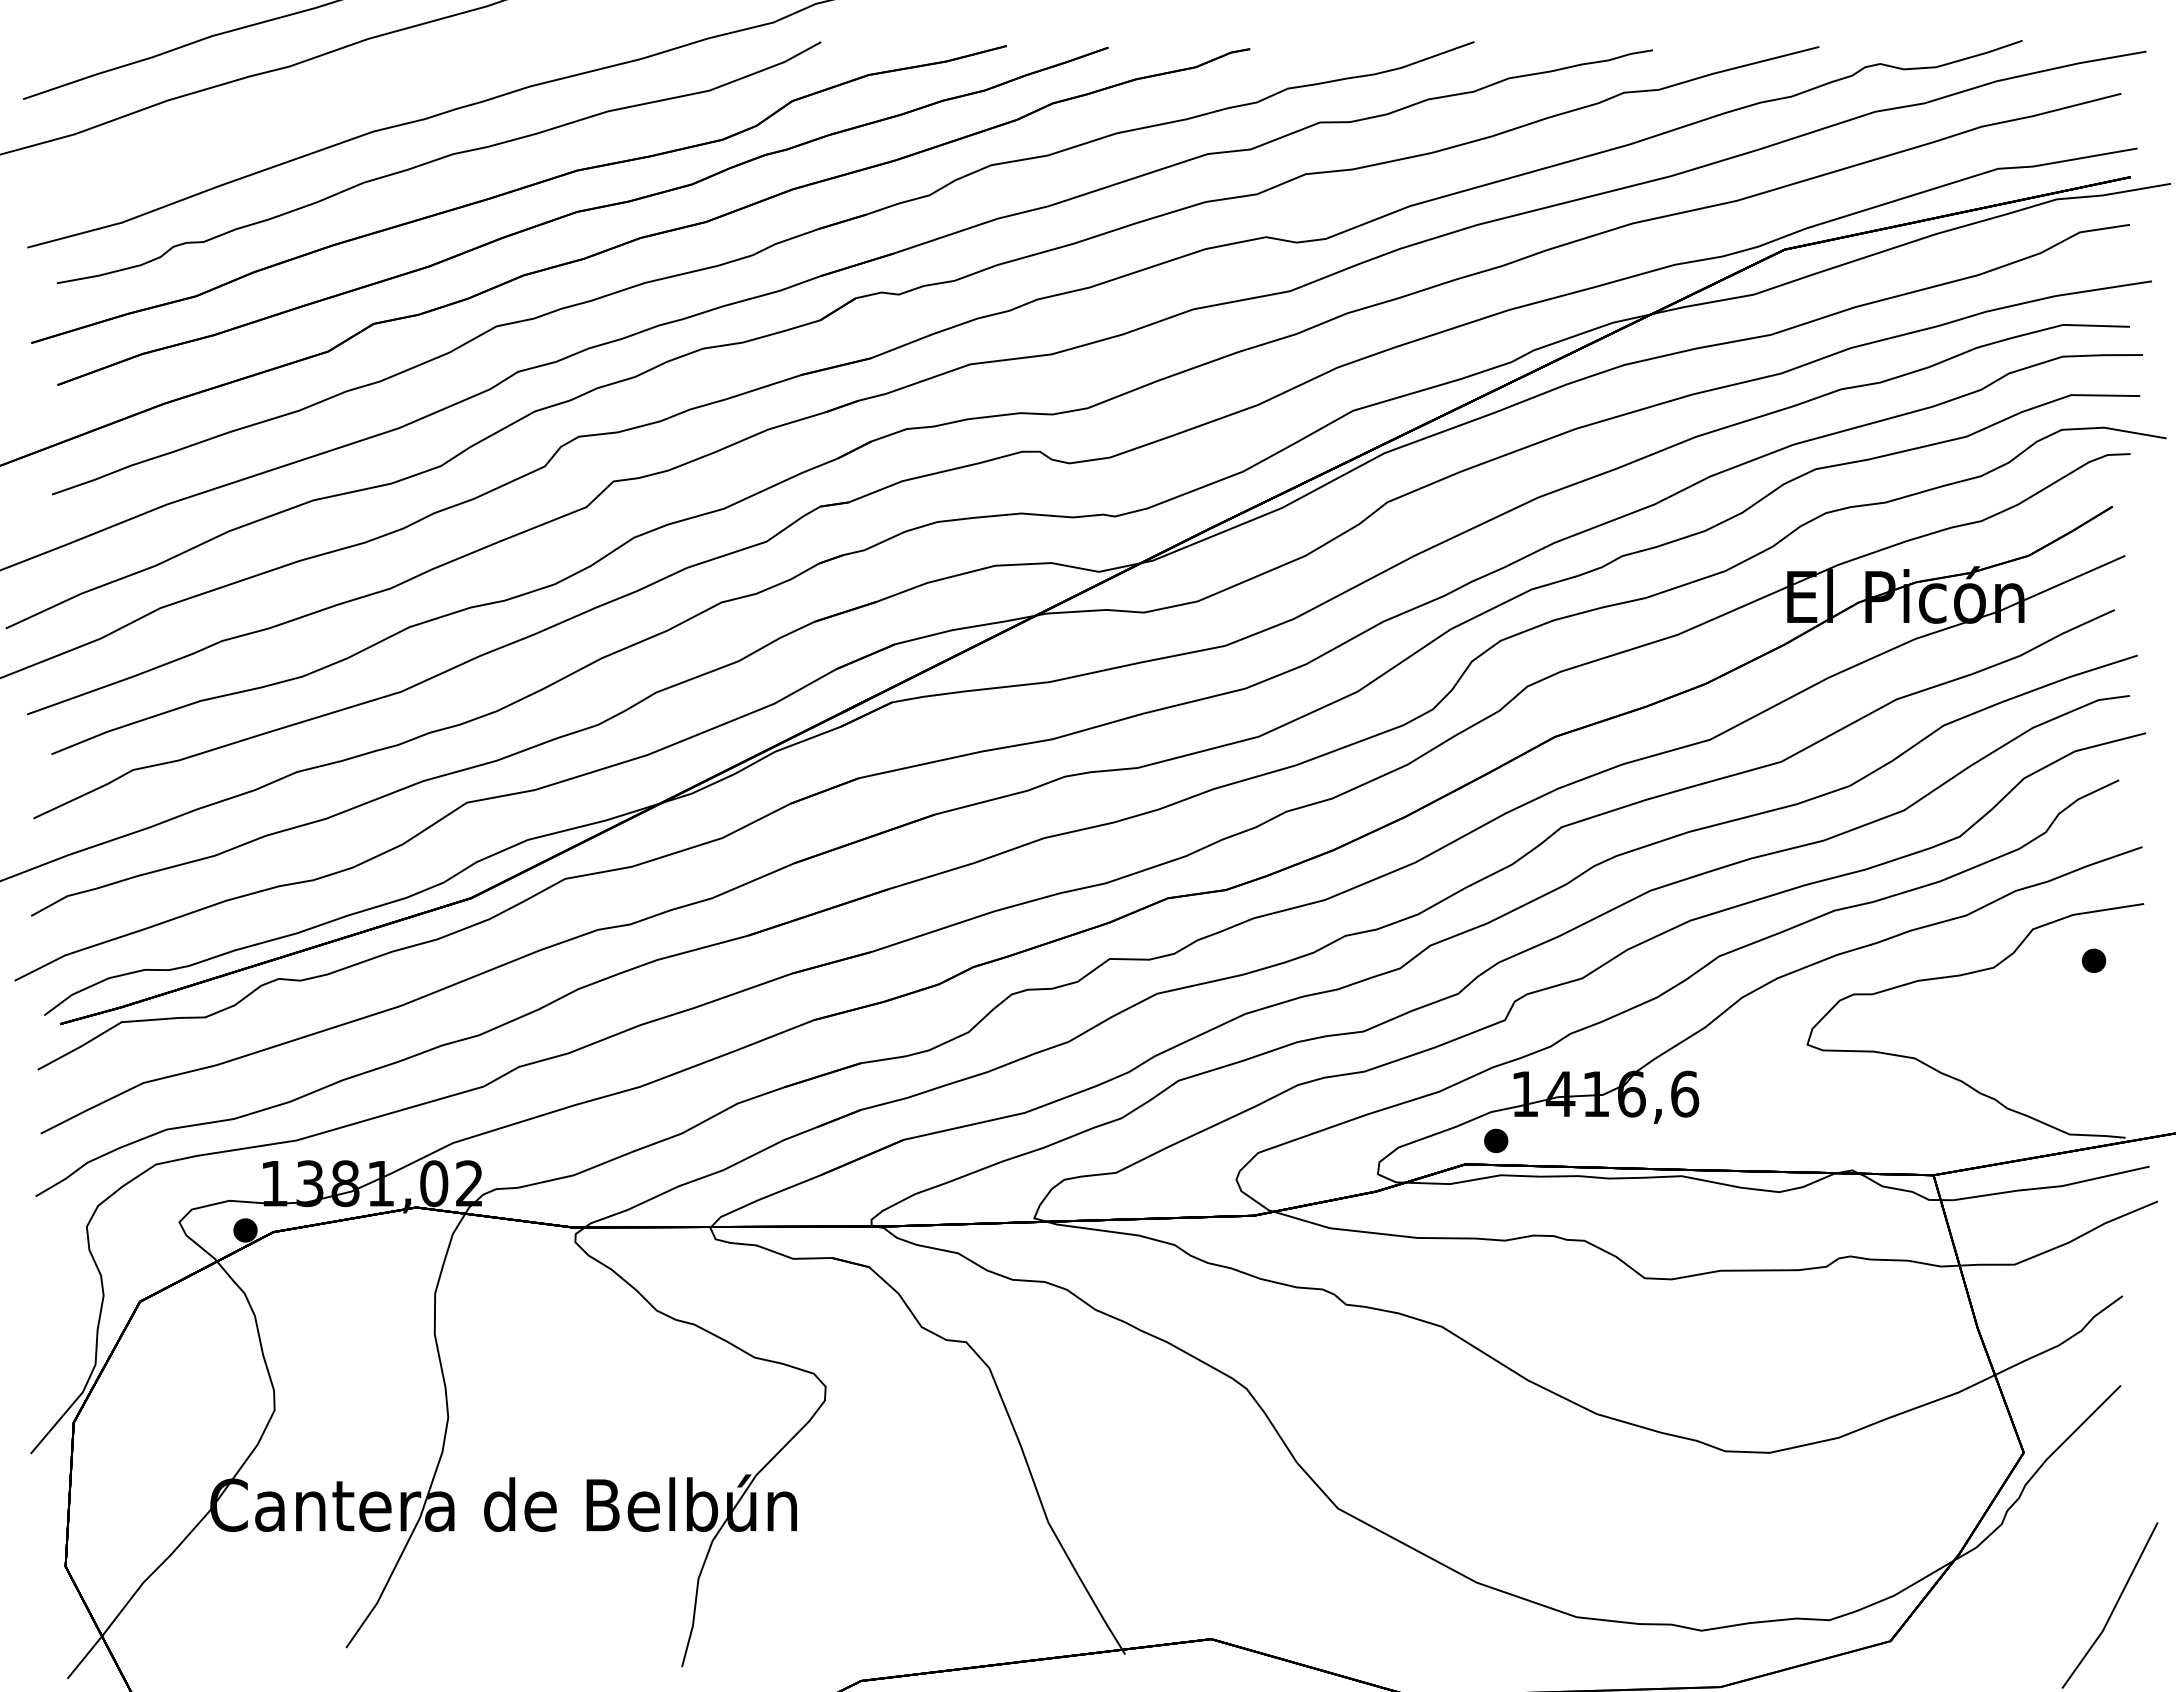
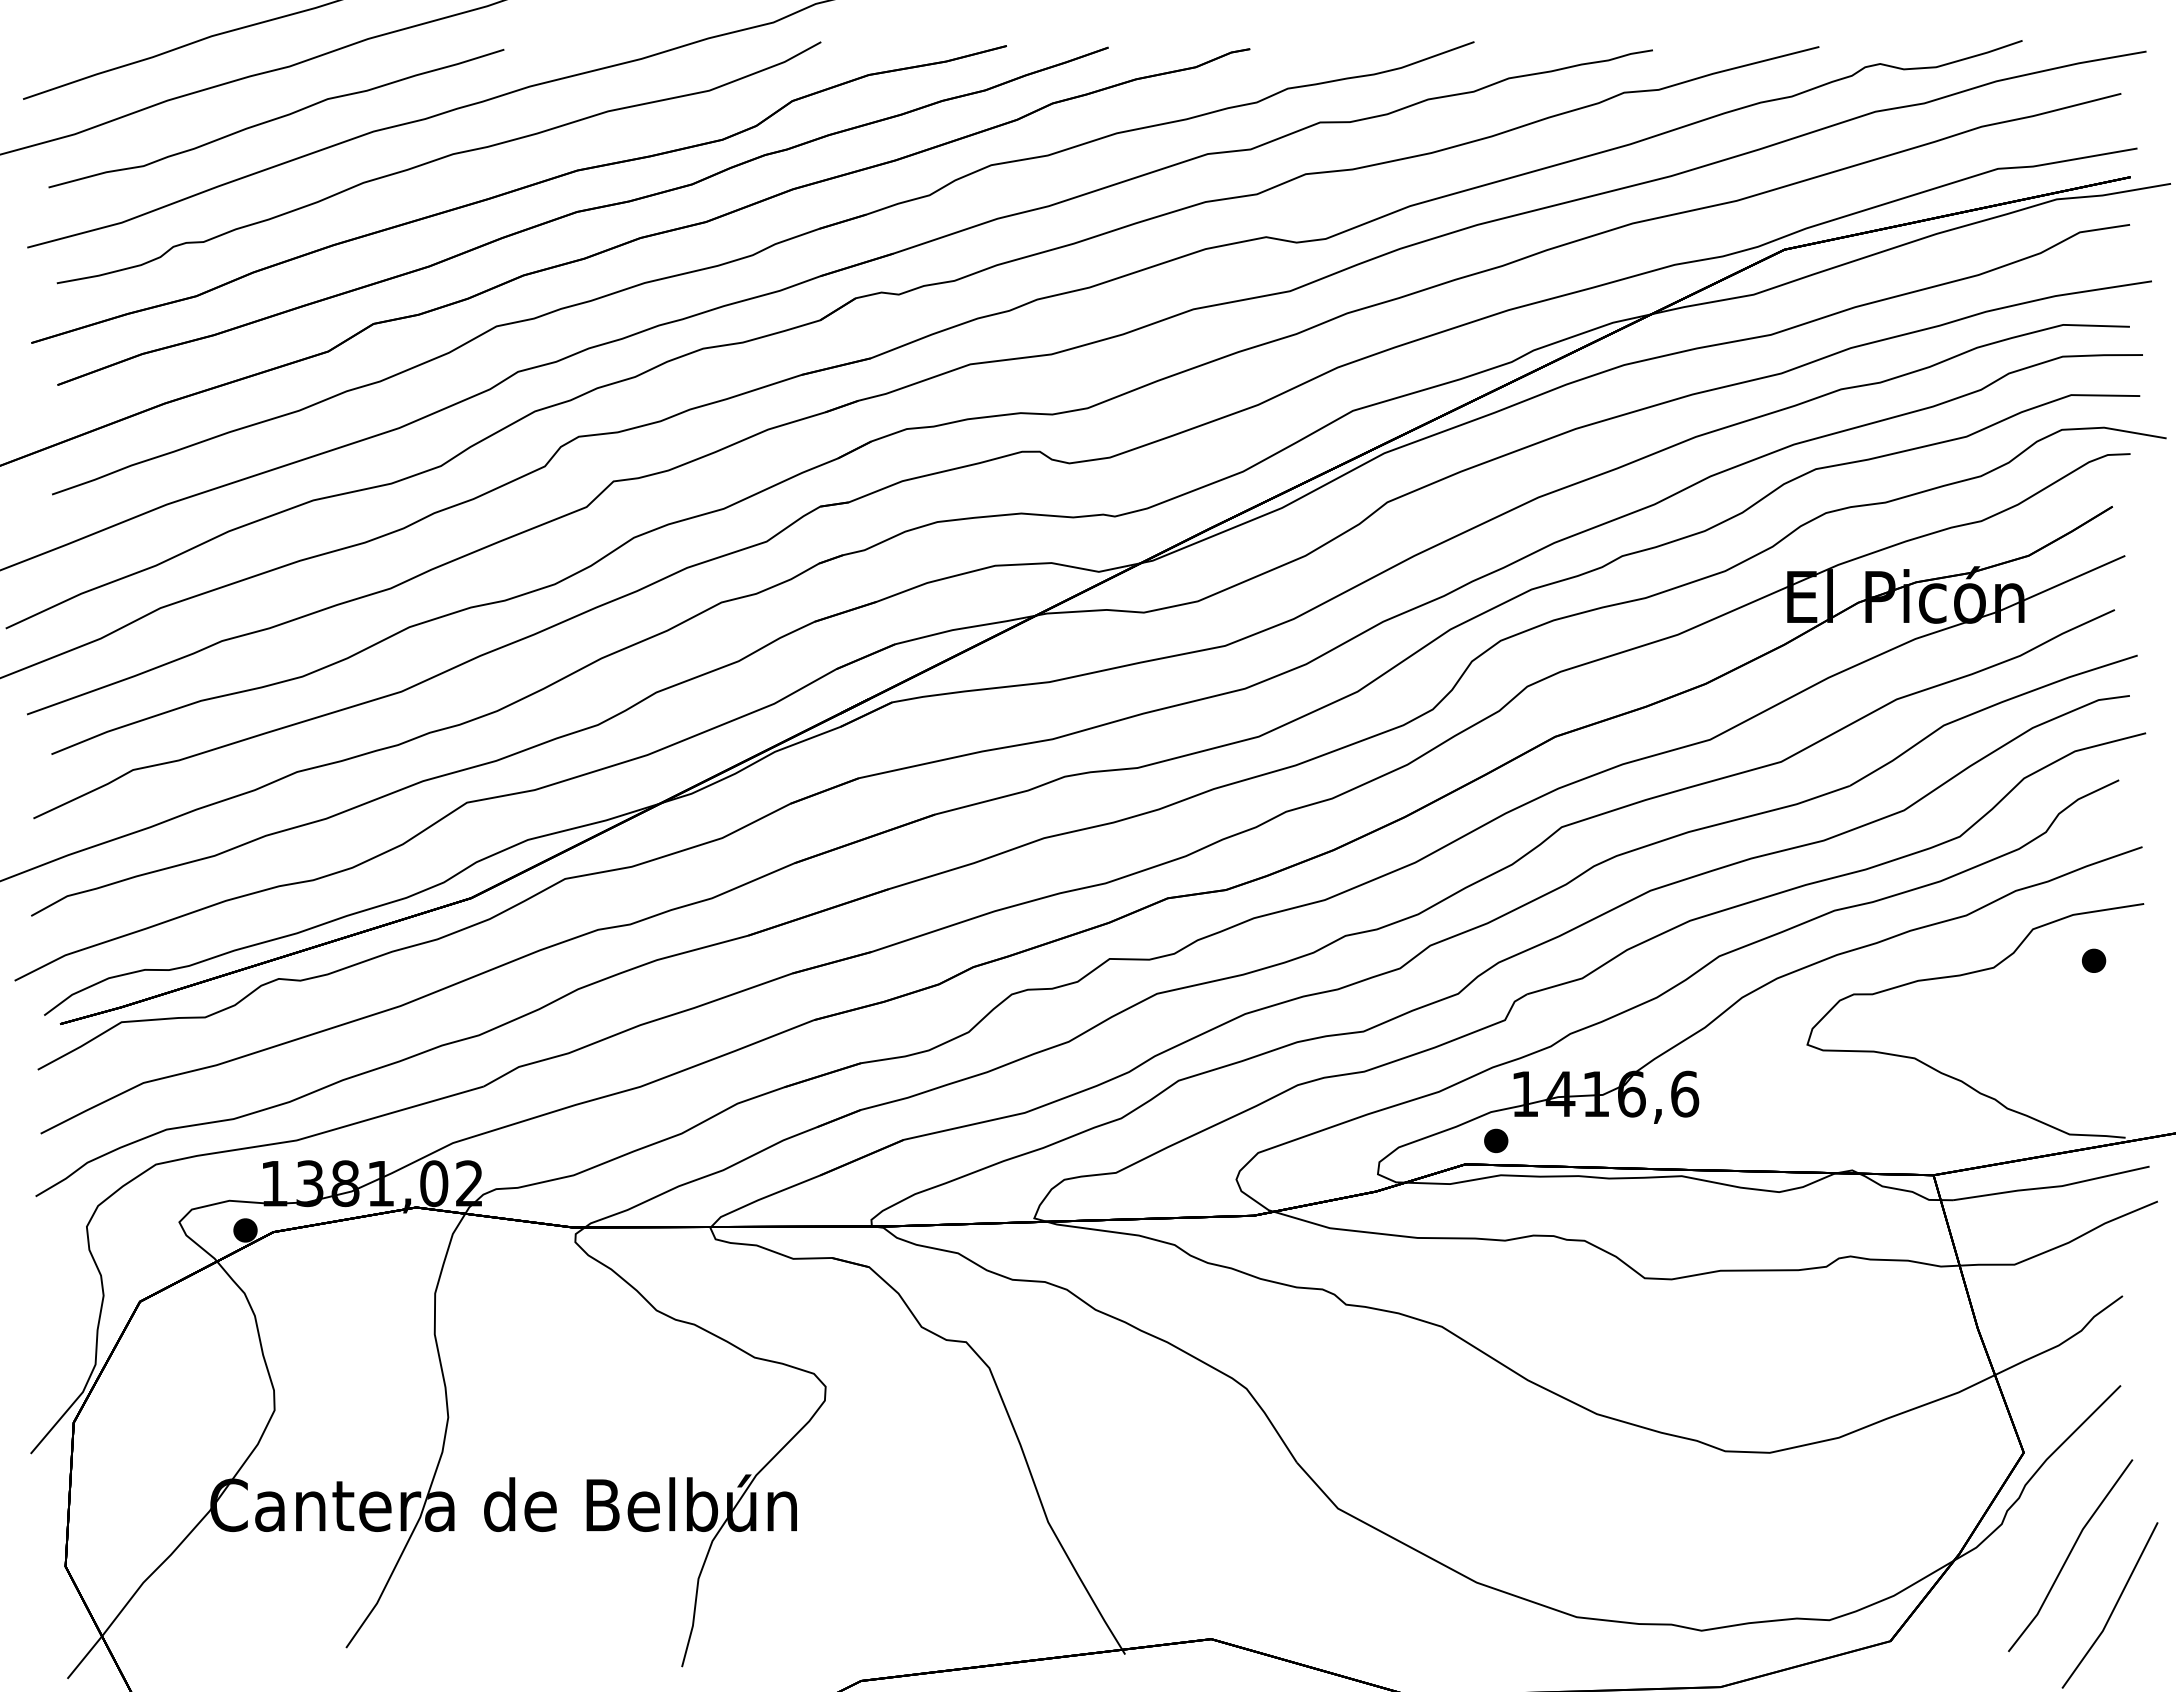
curve at (276, 118): none -> present
line at (2070, 1554): none -> present
